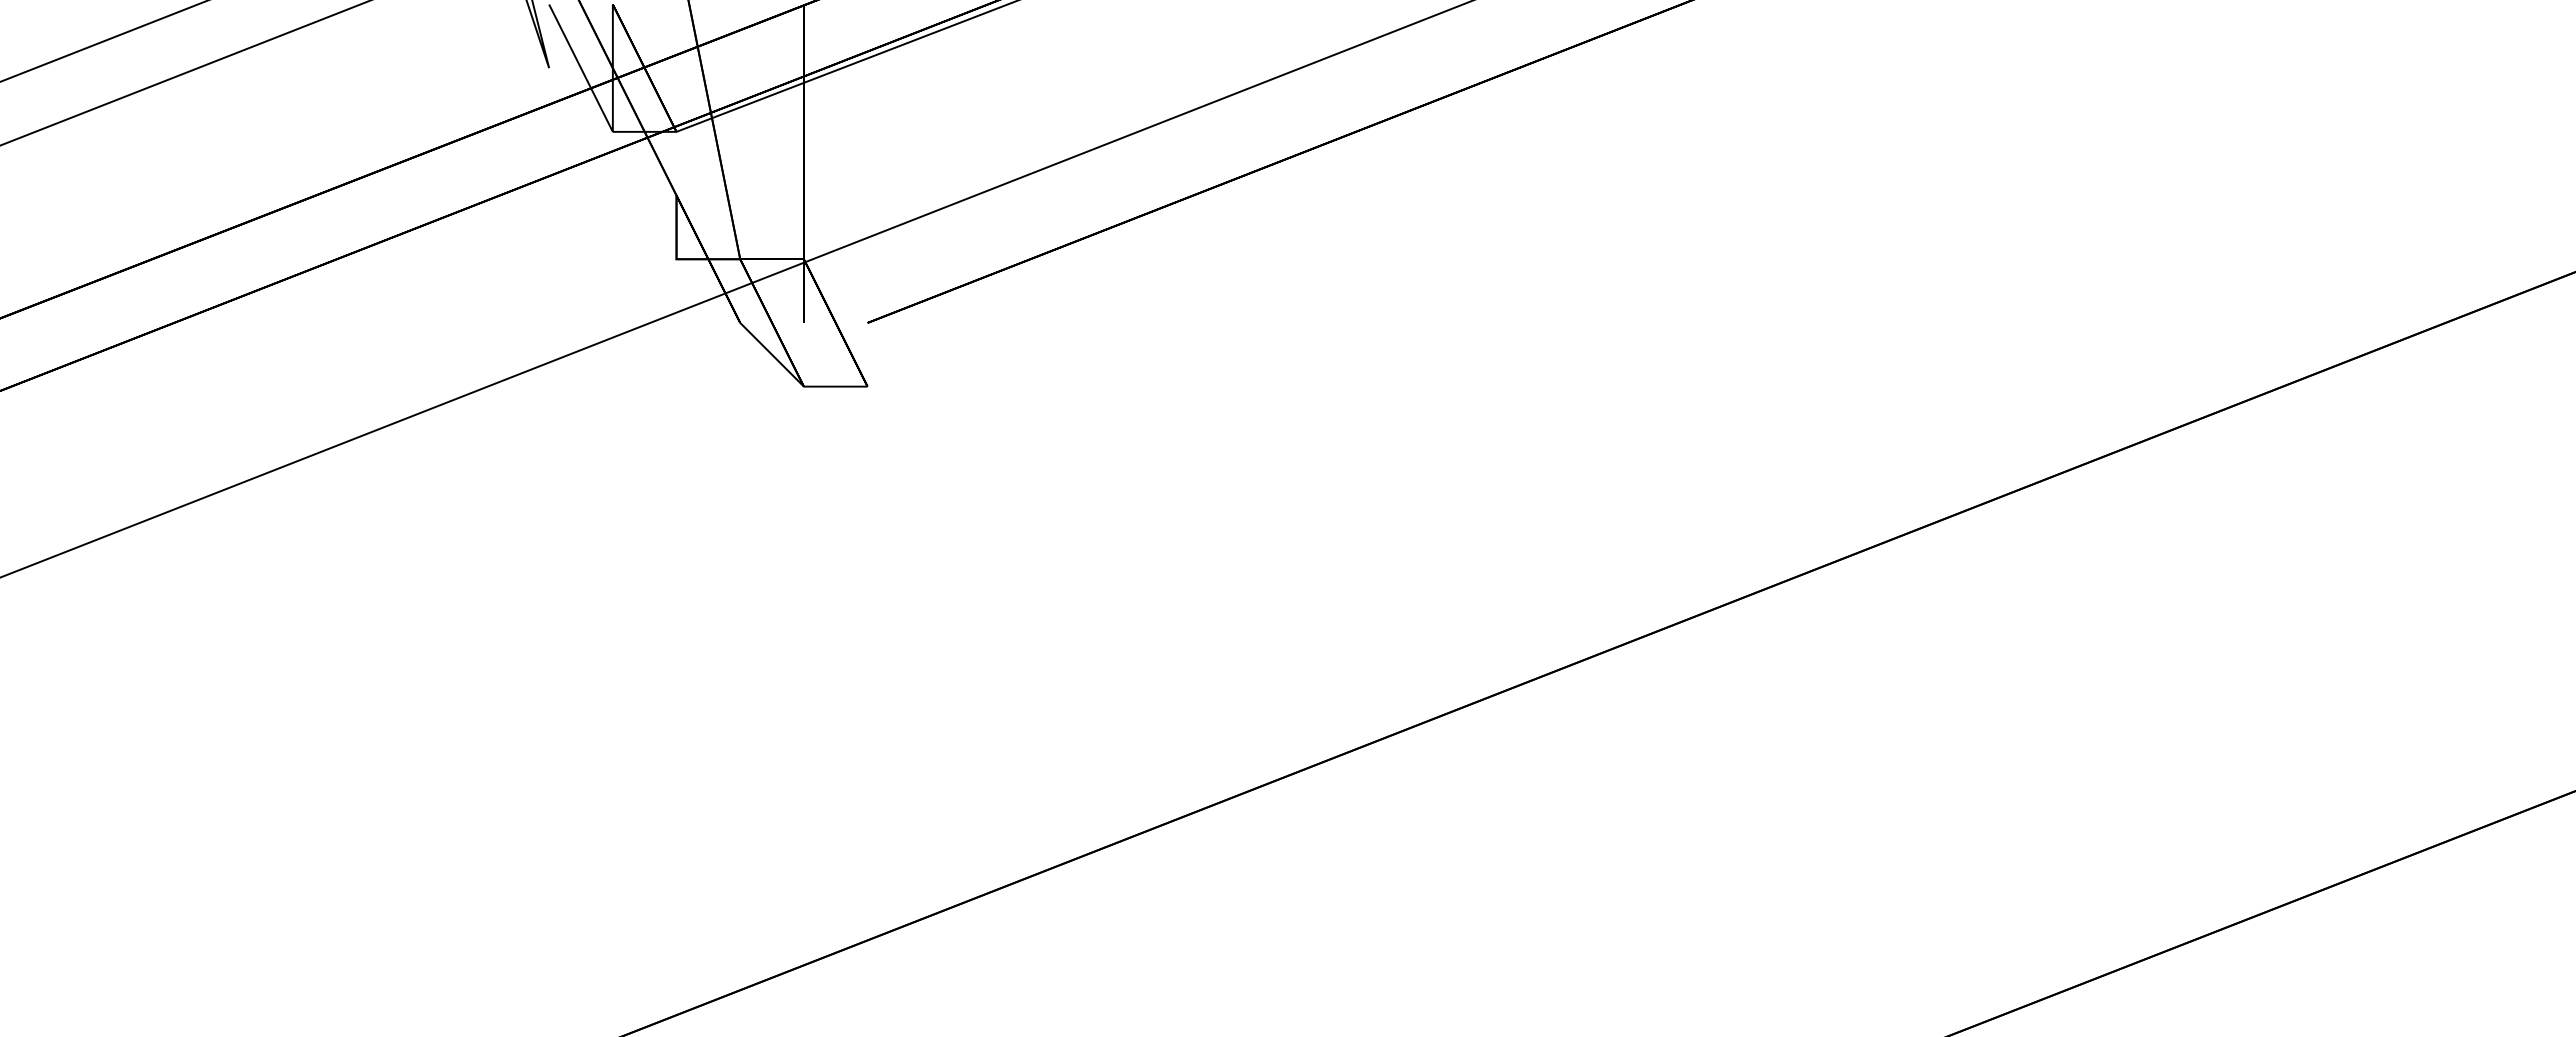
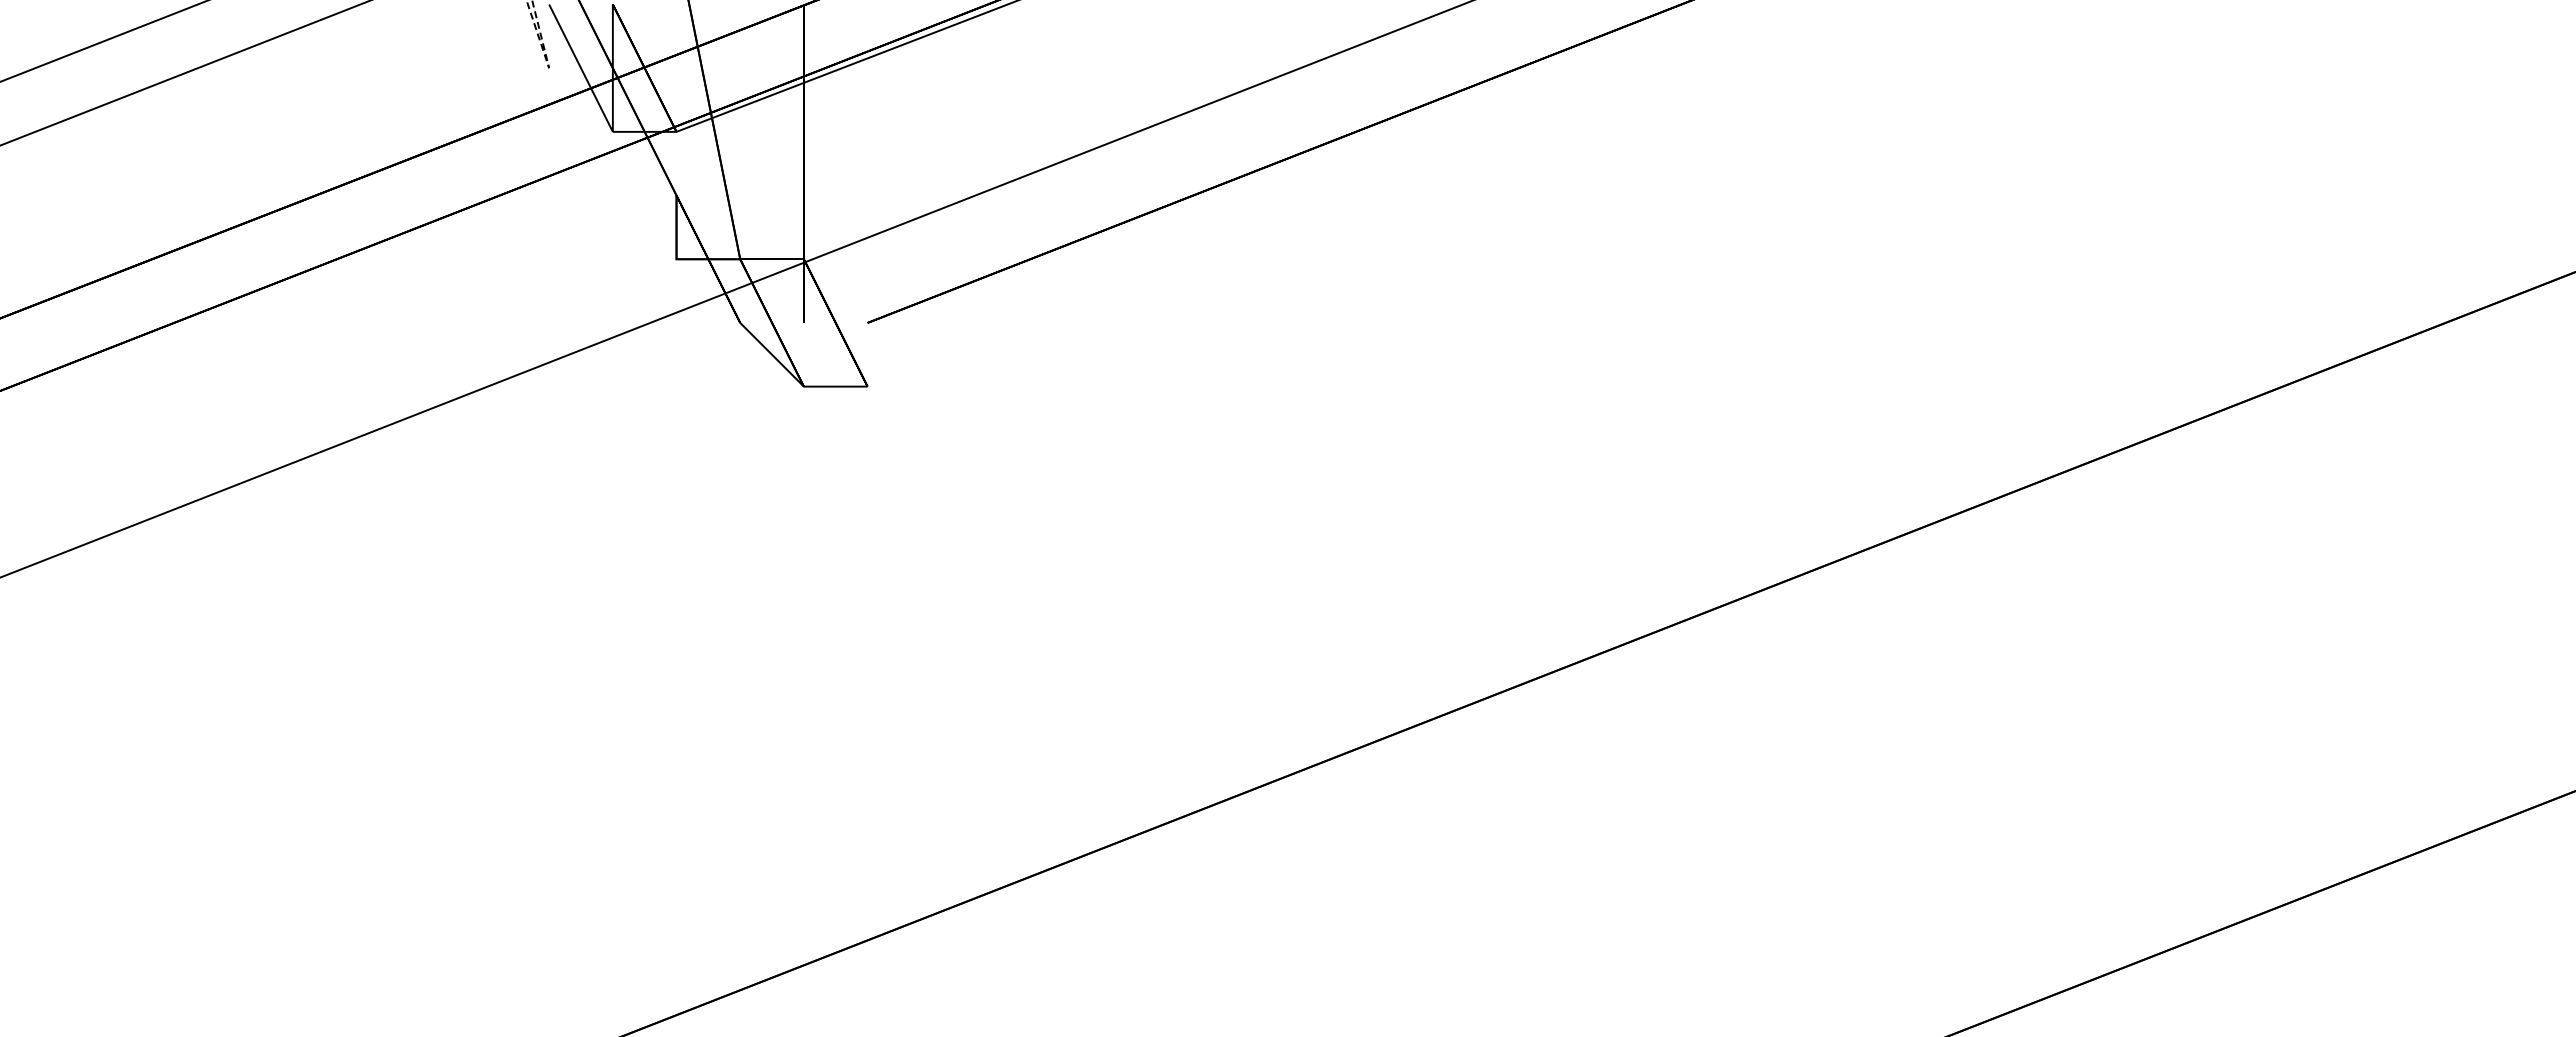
line at (549, 68): solid -> dashed
